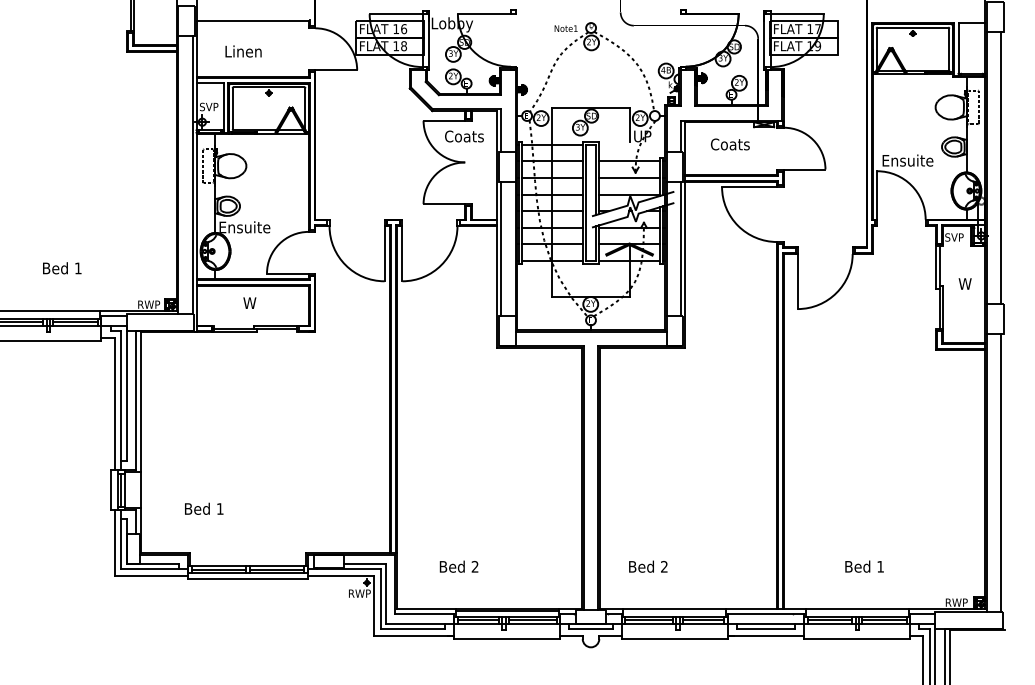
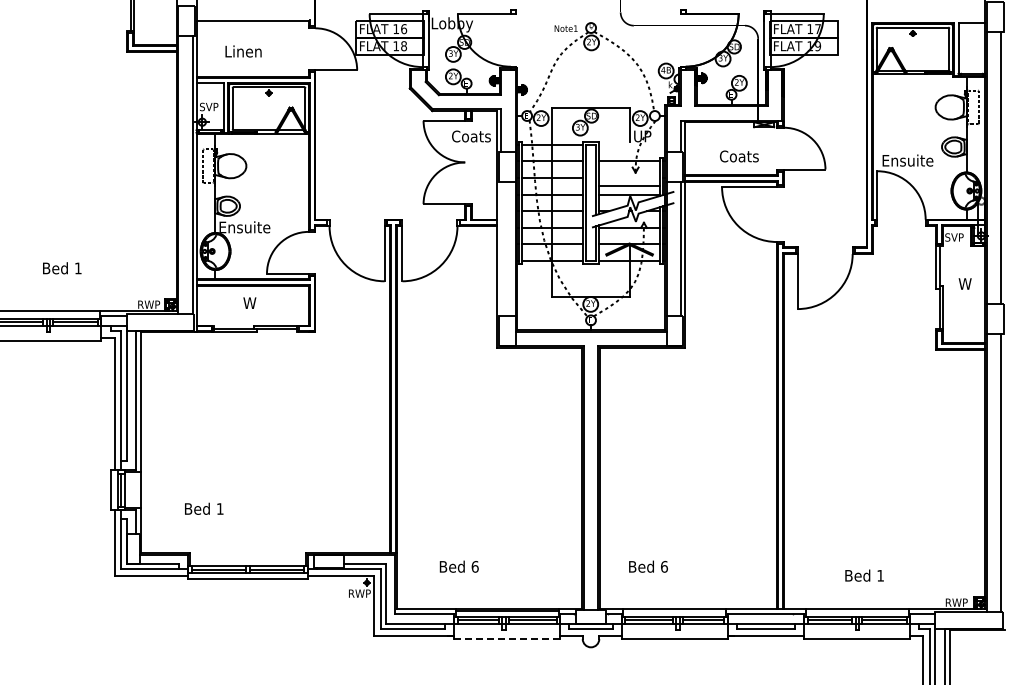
text at (464, 136) position: (464, 136) -> (471, 136)
text at (730, 144) position: (730, 144) -> (739, 156)
line at (629, 178) position: (629, 178) -> (629, 186)
line at (501, 248): present -> none
text at (474, 566): 2 -> 6
text at (664, 566): 2 -> 6
text at (864, 566) position: (864, 566) -> (864, 575)
line at (507, 639): solid -> dashed
